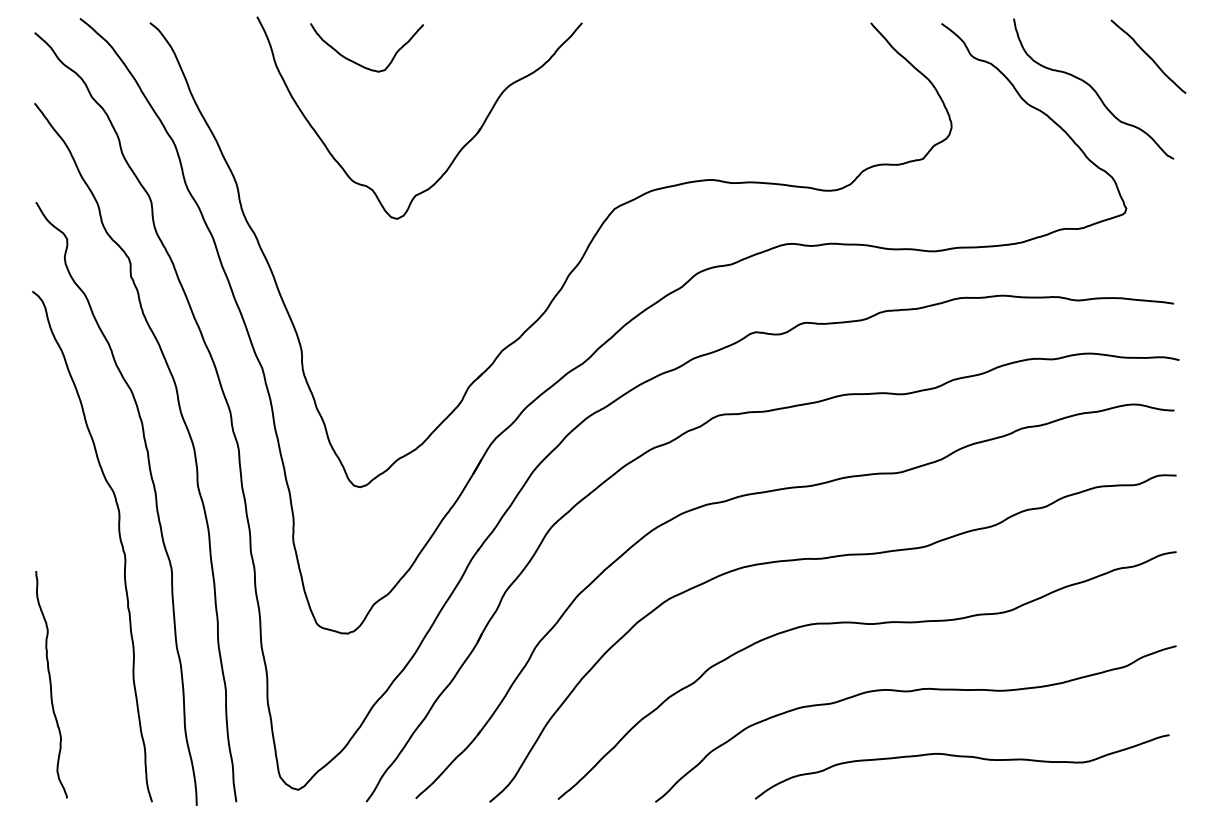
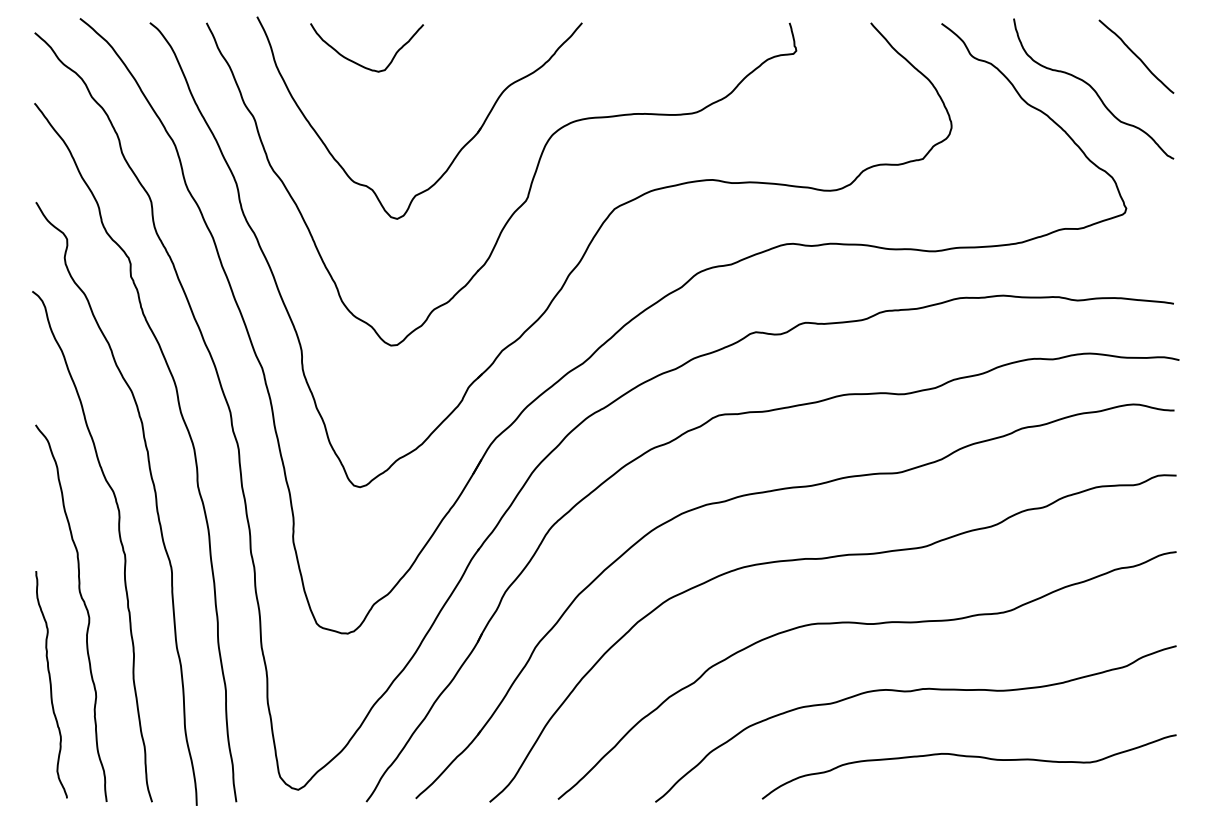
curve at (1148, 56) position: (1148, 56) -> (1136, 56)
part at (527, 193): none -> present
curve at (84, 606): none -> present
curve at (961, 757) position: (961, 757) -> (968, 757)
